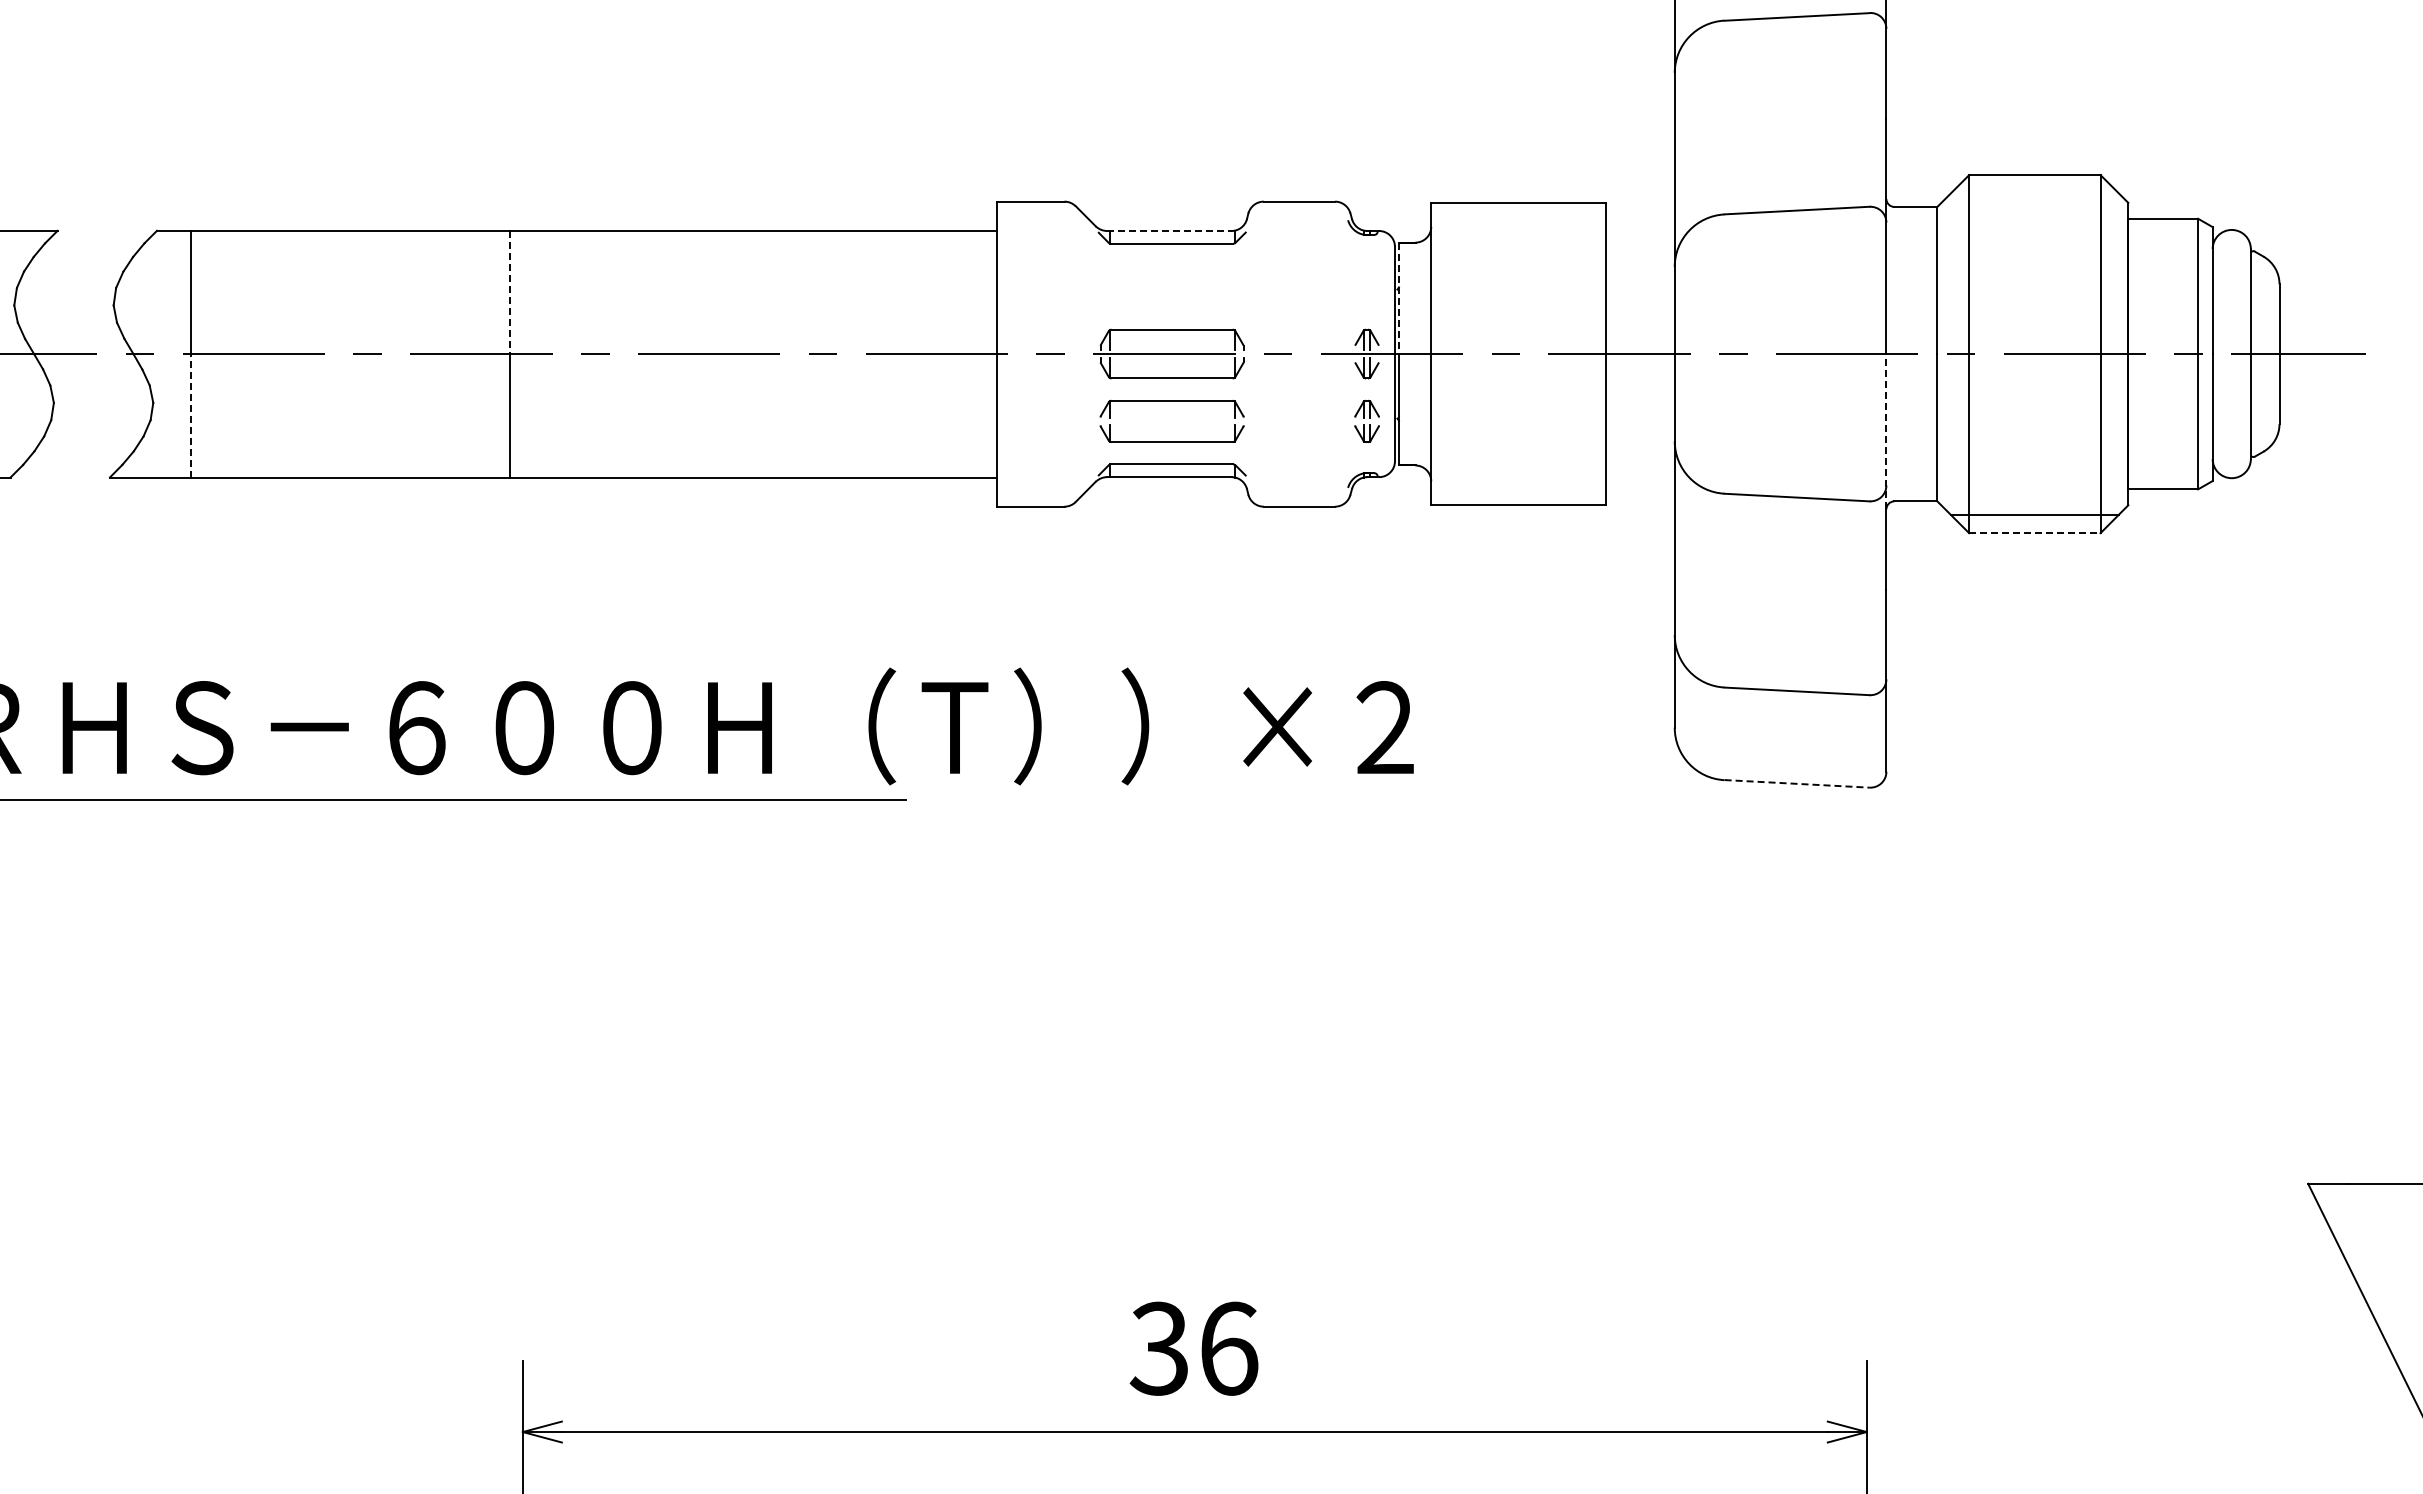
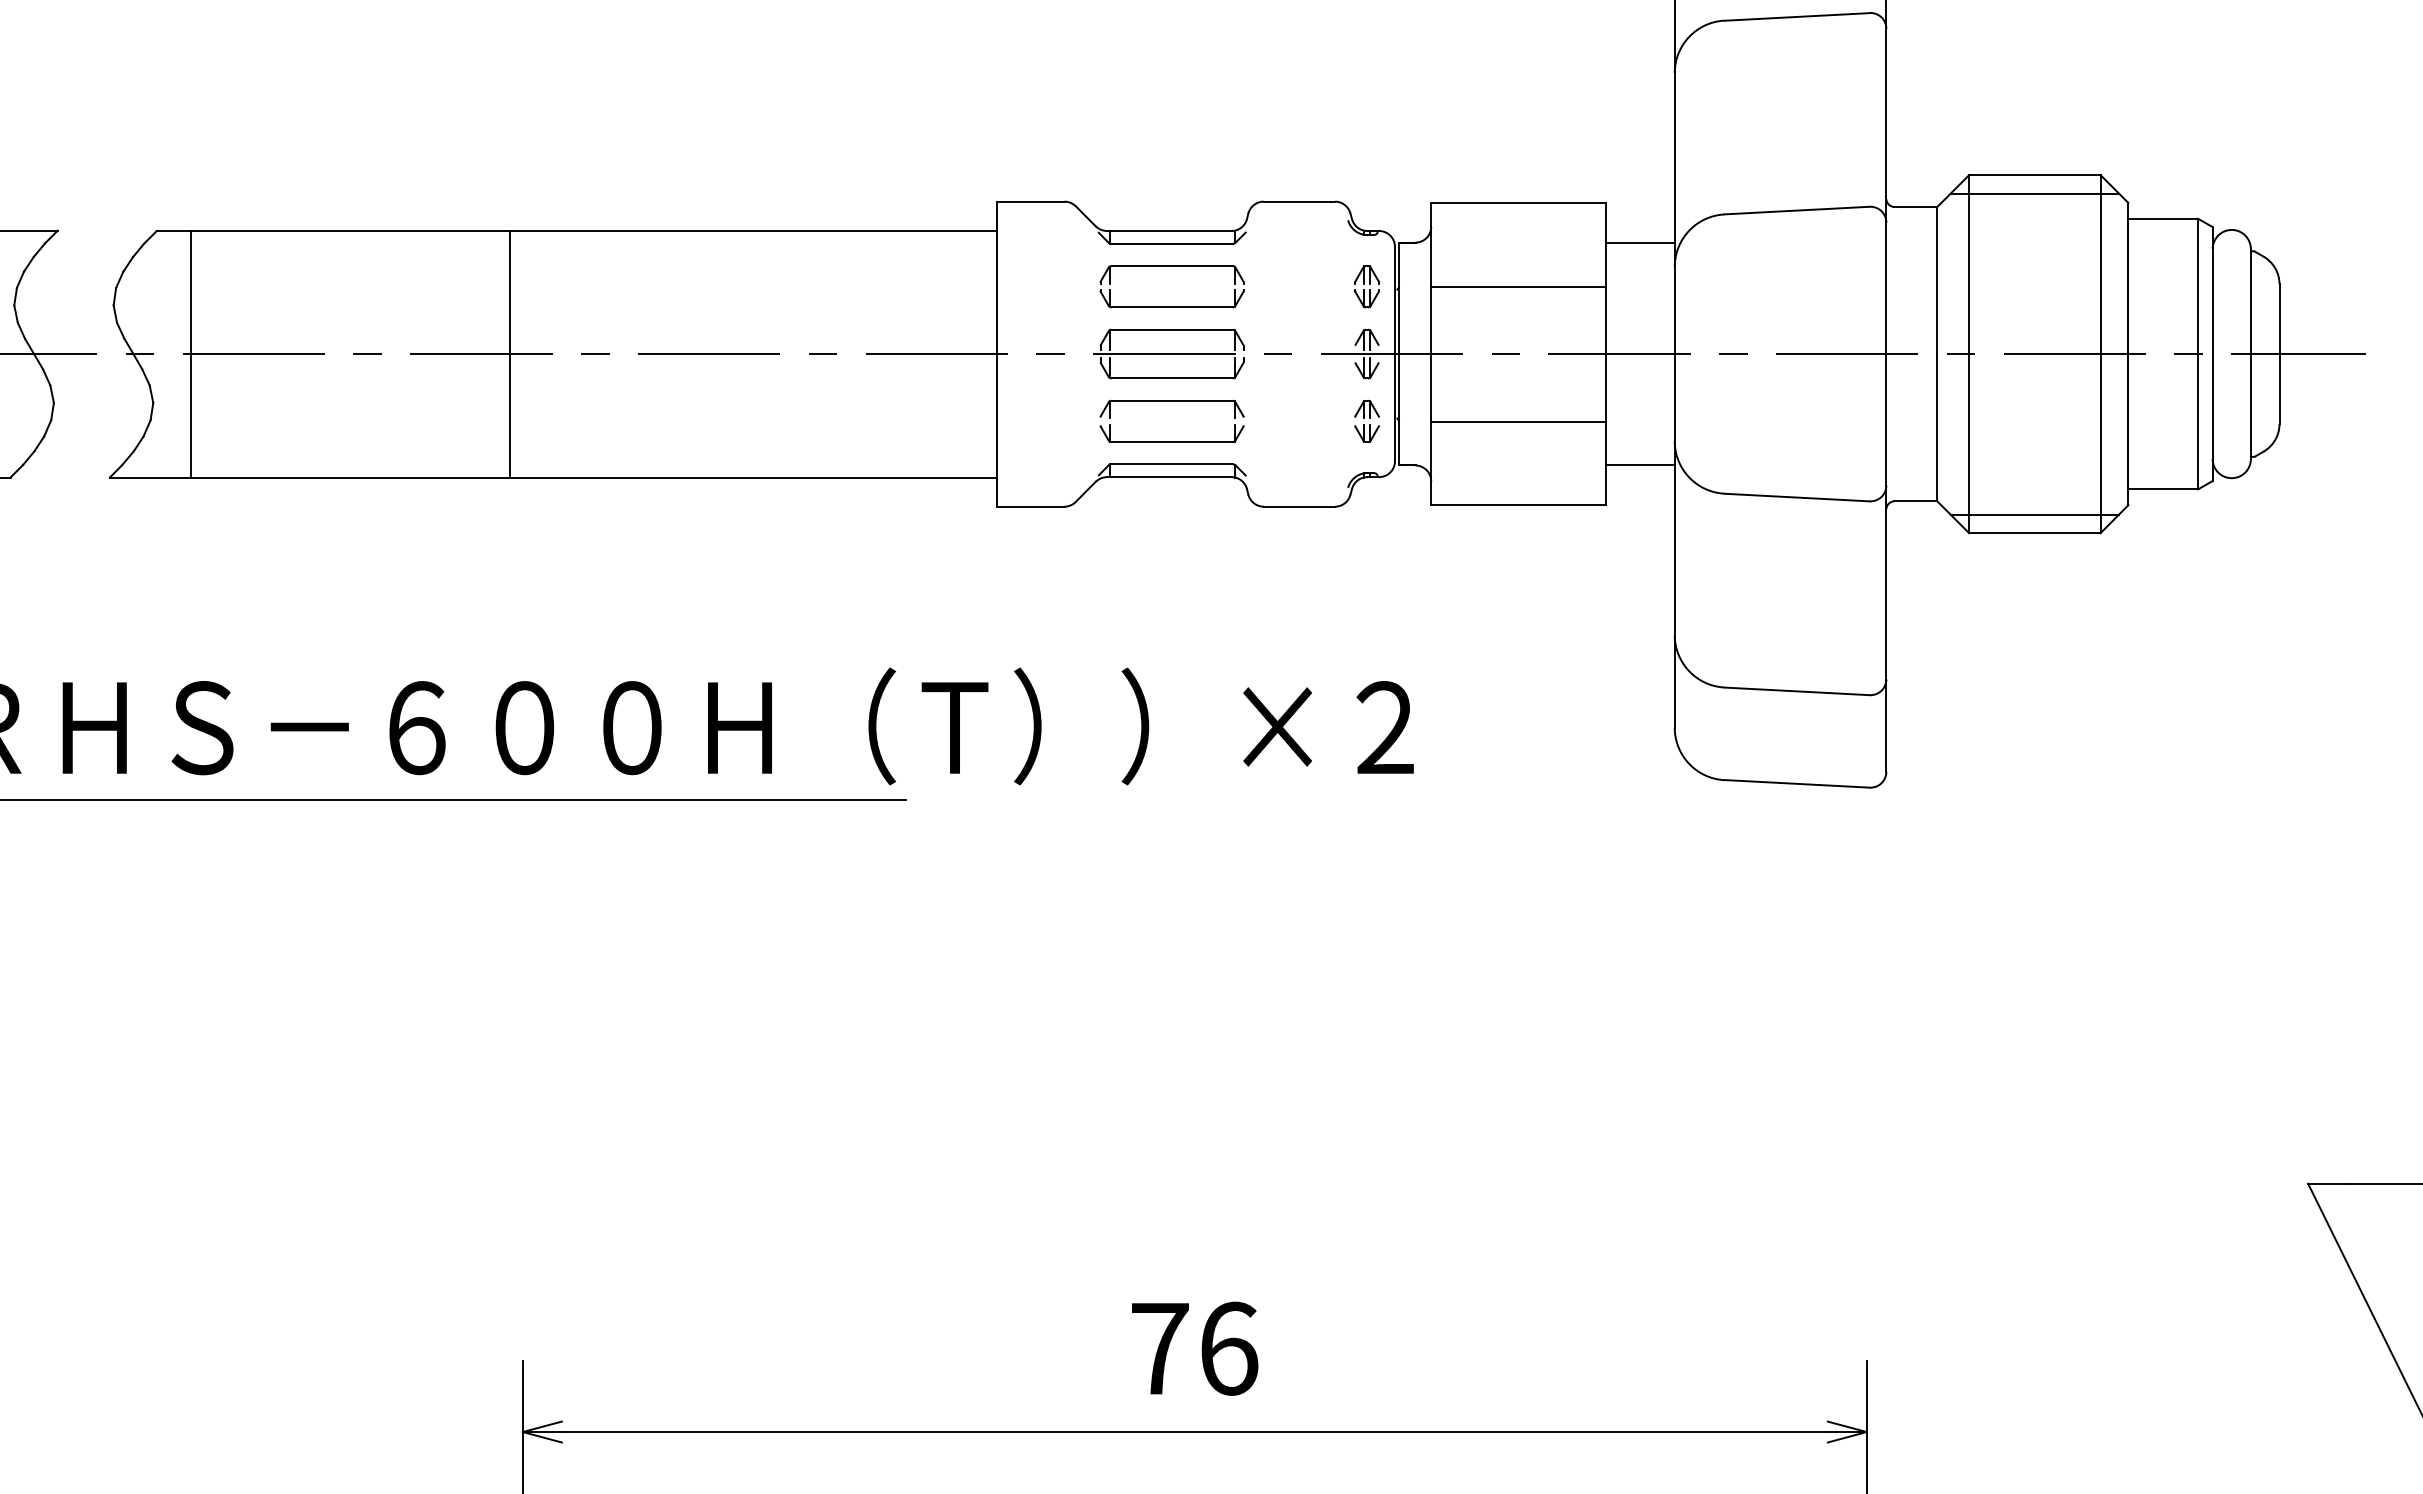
line at (2034, 193): none -> present
line at (1169, 231): dashed -> solid
line at (1640, 242): none -> present
part at (1171, 266): none -> present
part at (1366, 286): none -> present
line at (1518, 286): none -> present
line at (509, 292): dashed -> solid
line at (1399, 298): dashed -> solid
line at (191, 415): dashed -> solid
line at (1518, 421): none -> present
line at (1886, 431): dashed -> solid
line at (1640, 465): none -> present
line at (2034, 533): dashed -> solid
line at (1797, 783): dashed -> solid
text at (1158, 1348): 36 -> 76
